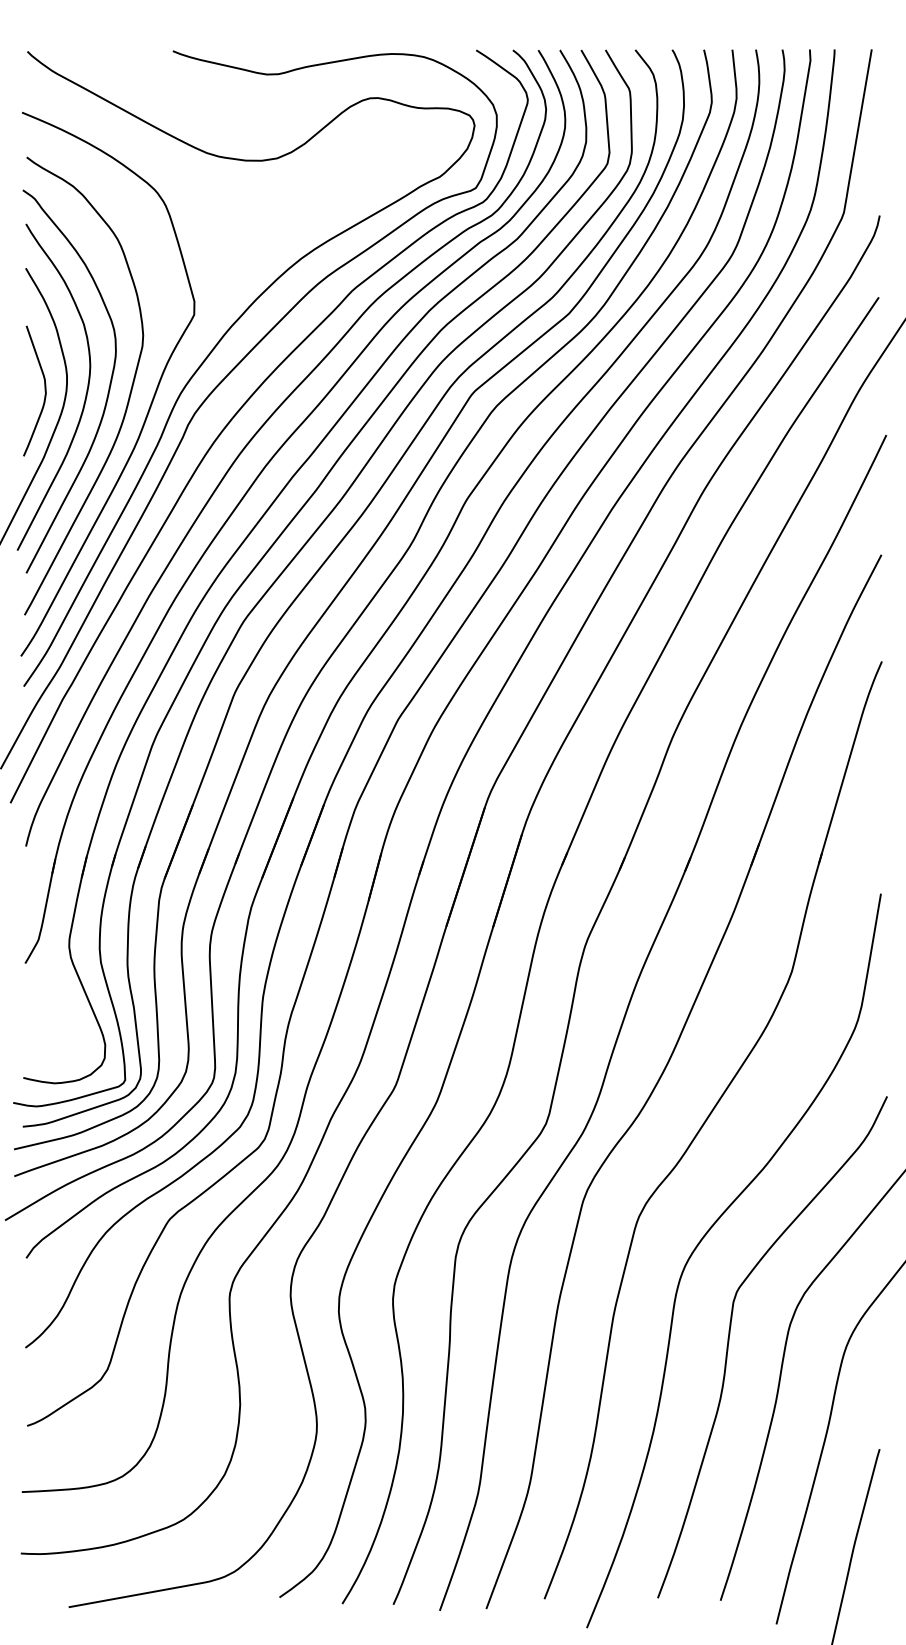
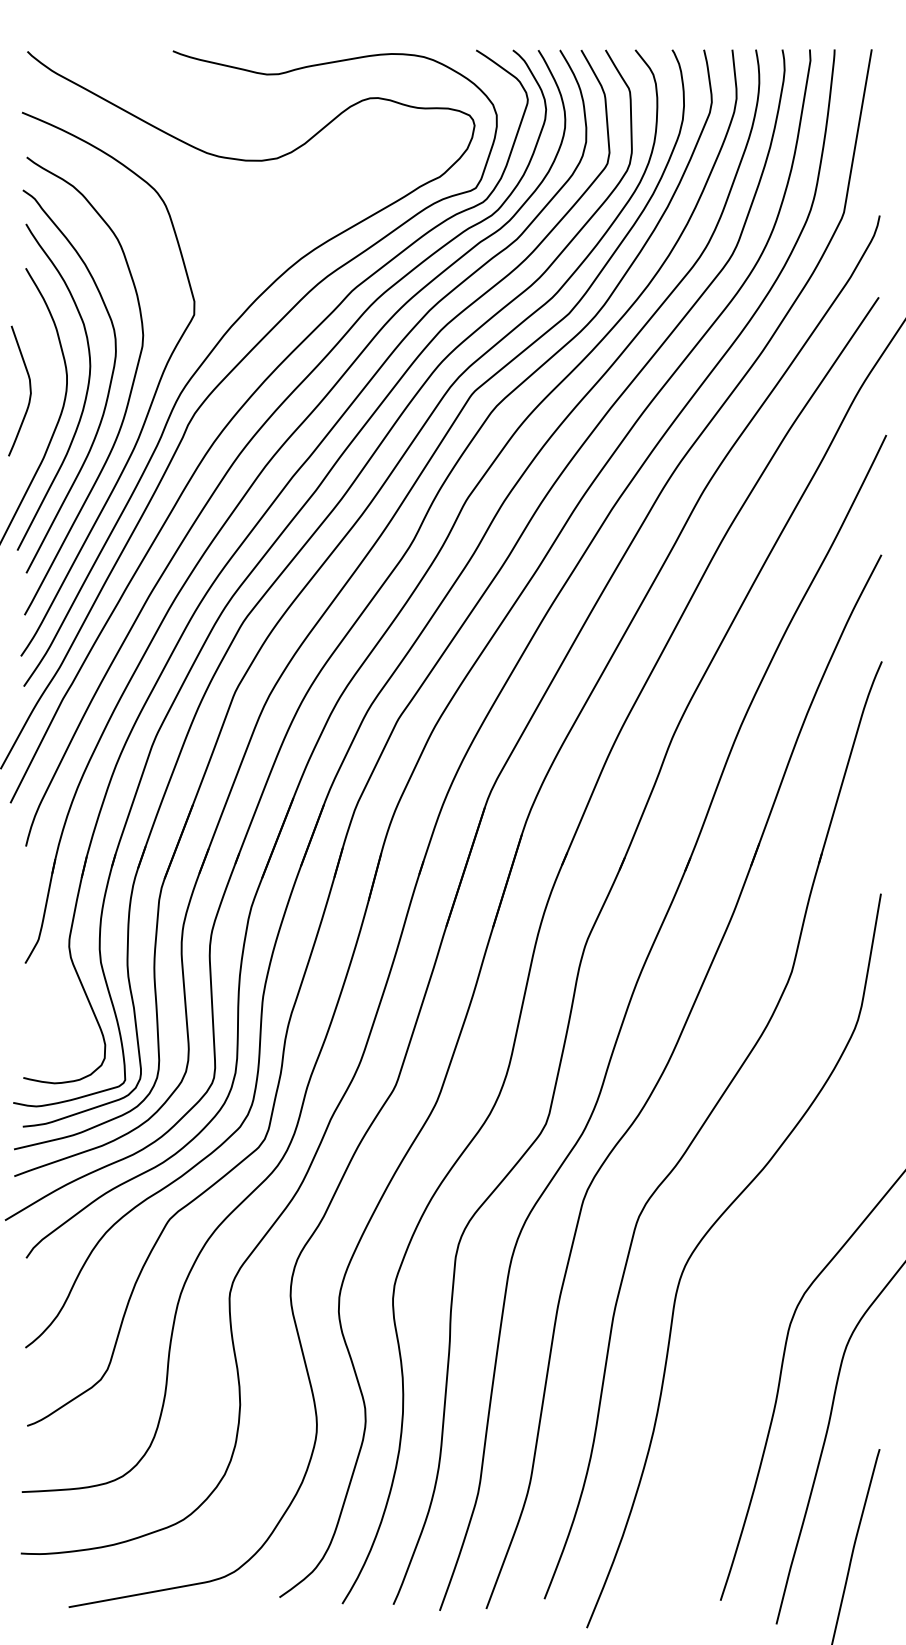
curve at (44, 390) position: (44, 390) -> (29, 390)
curve at (729, 1342): present -> none
